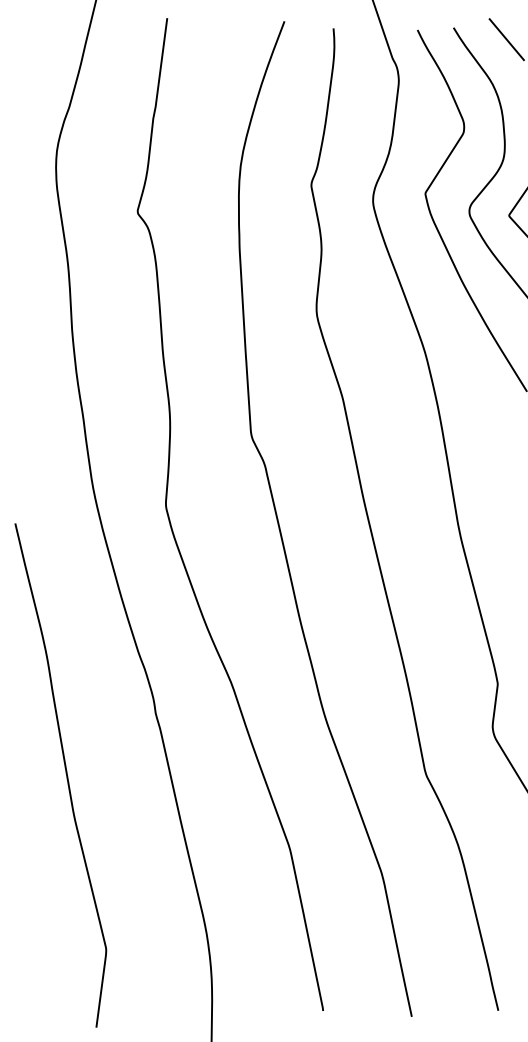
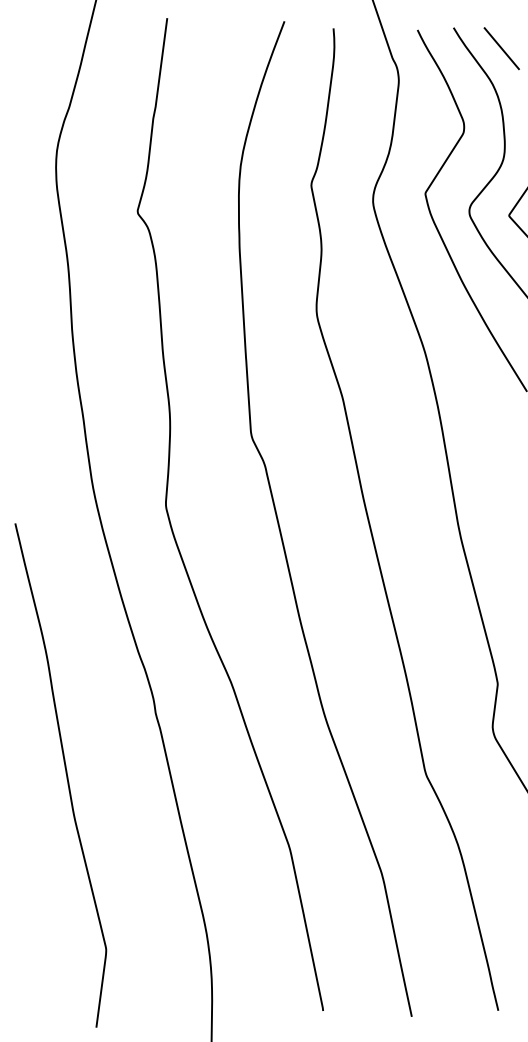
line at (506, 39) position: (506, 39) -> (501, 48)
